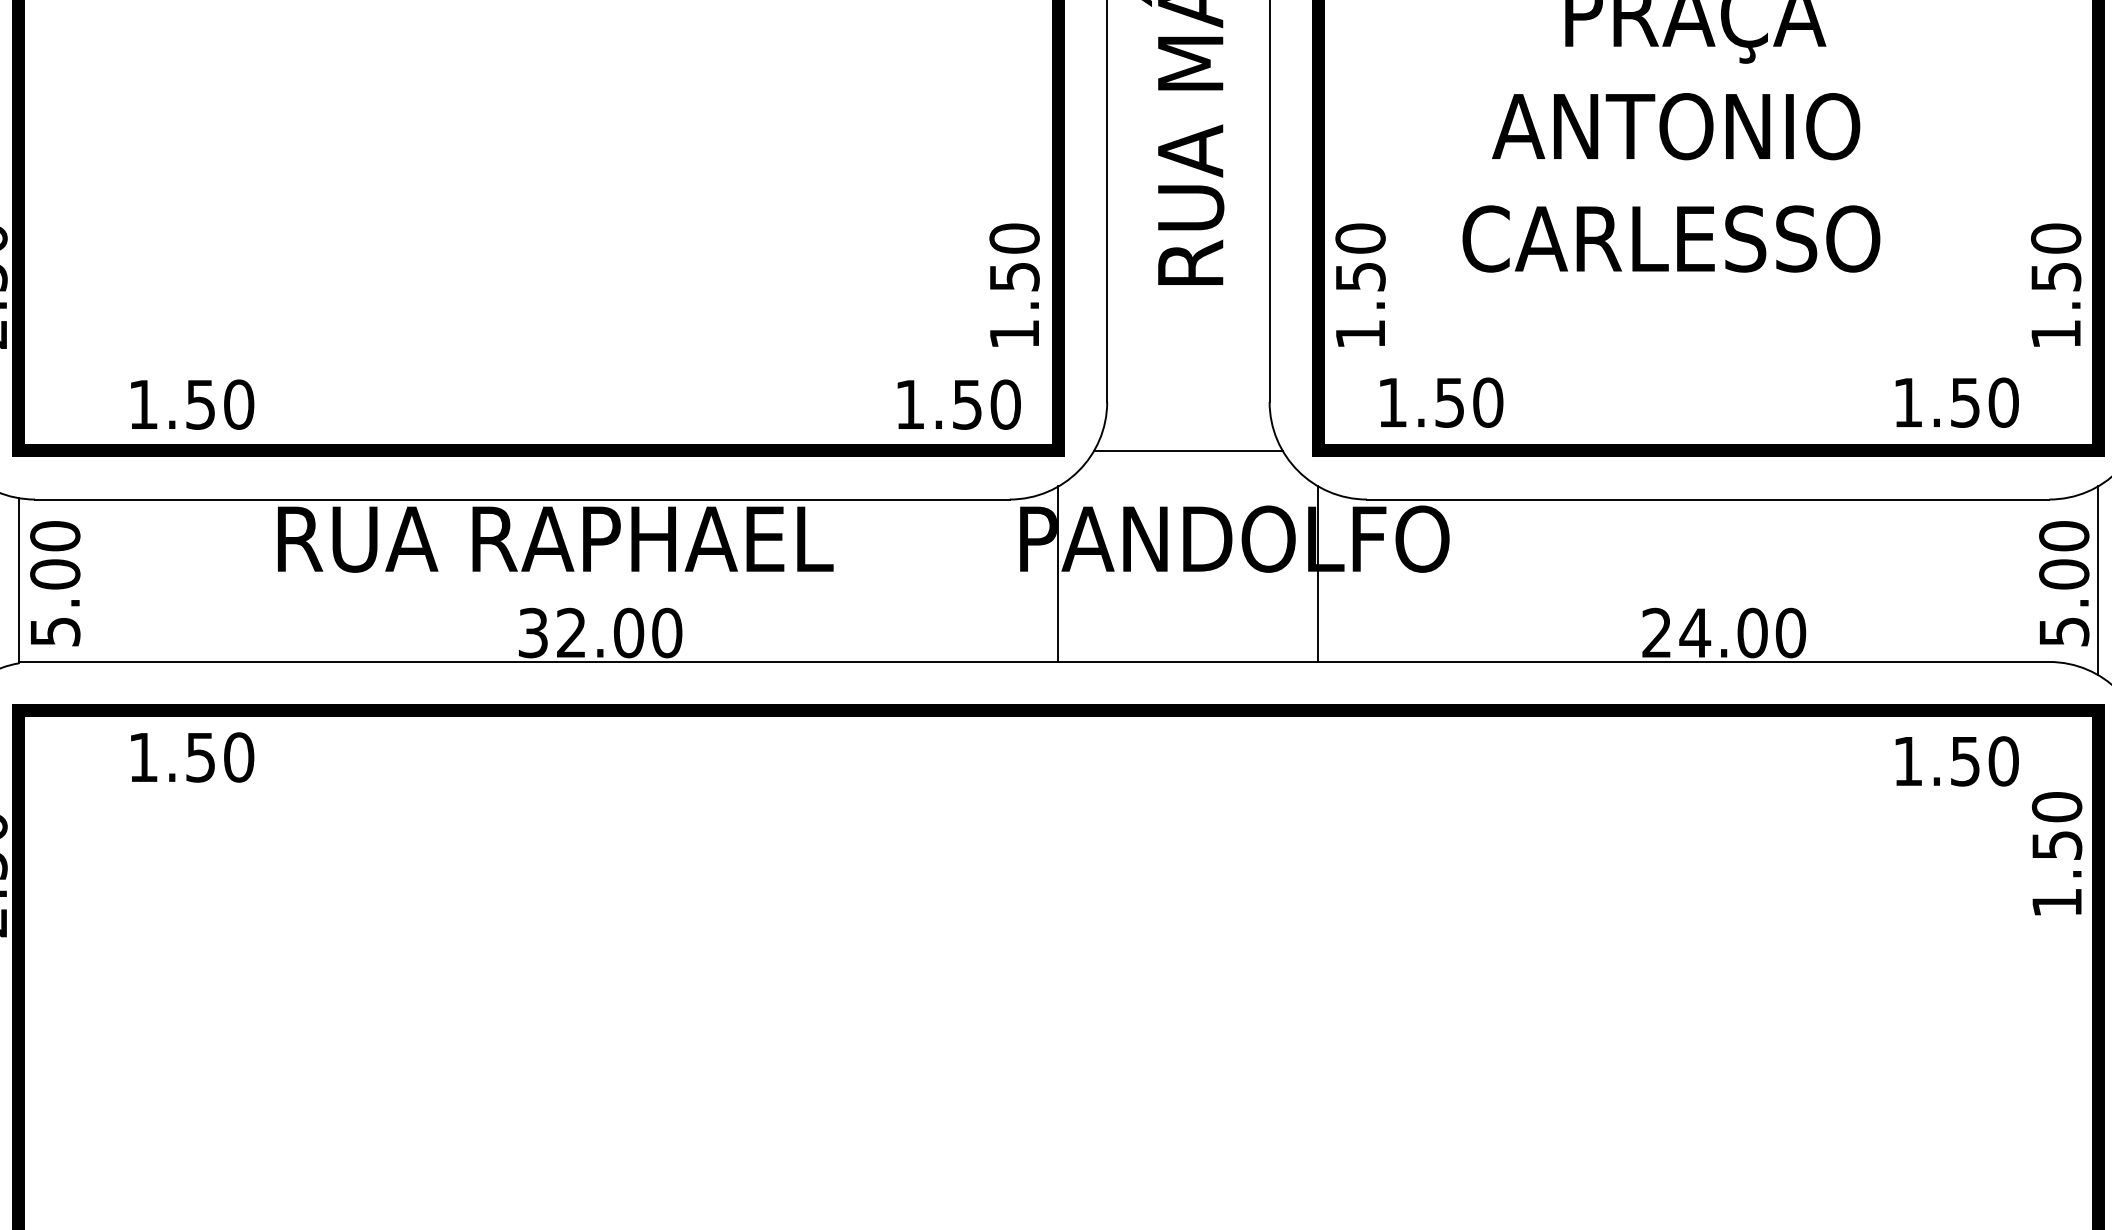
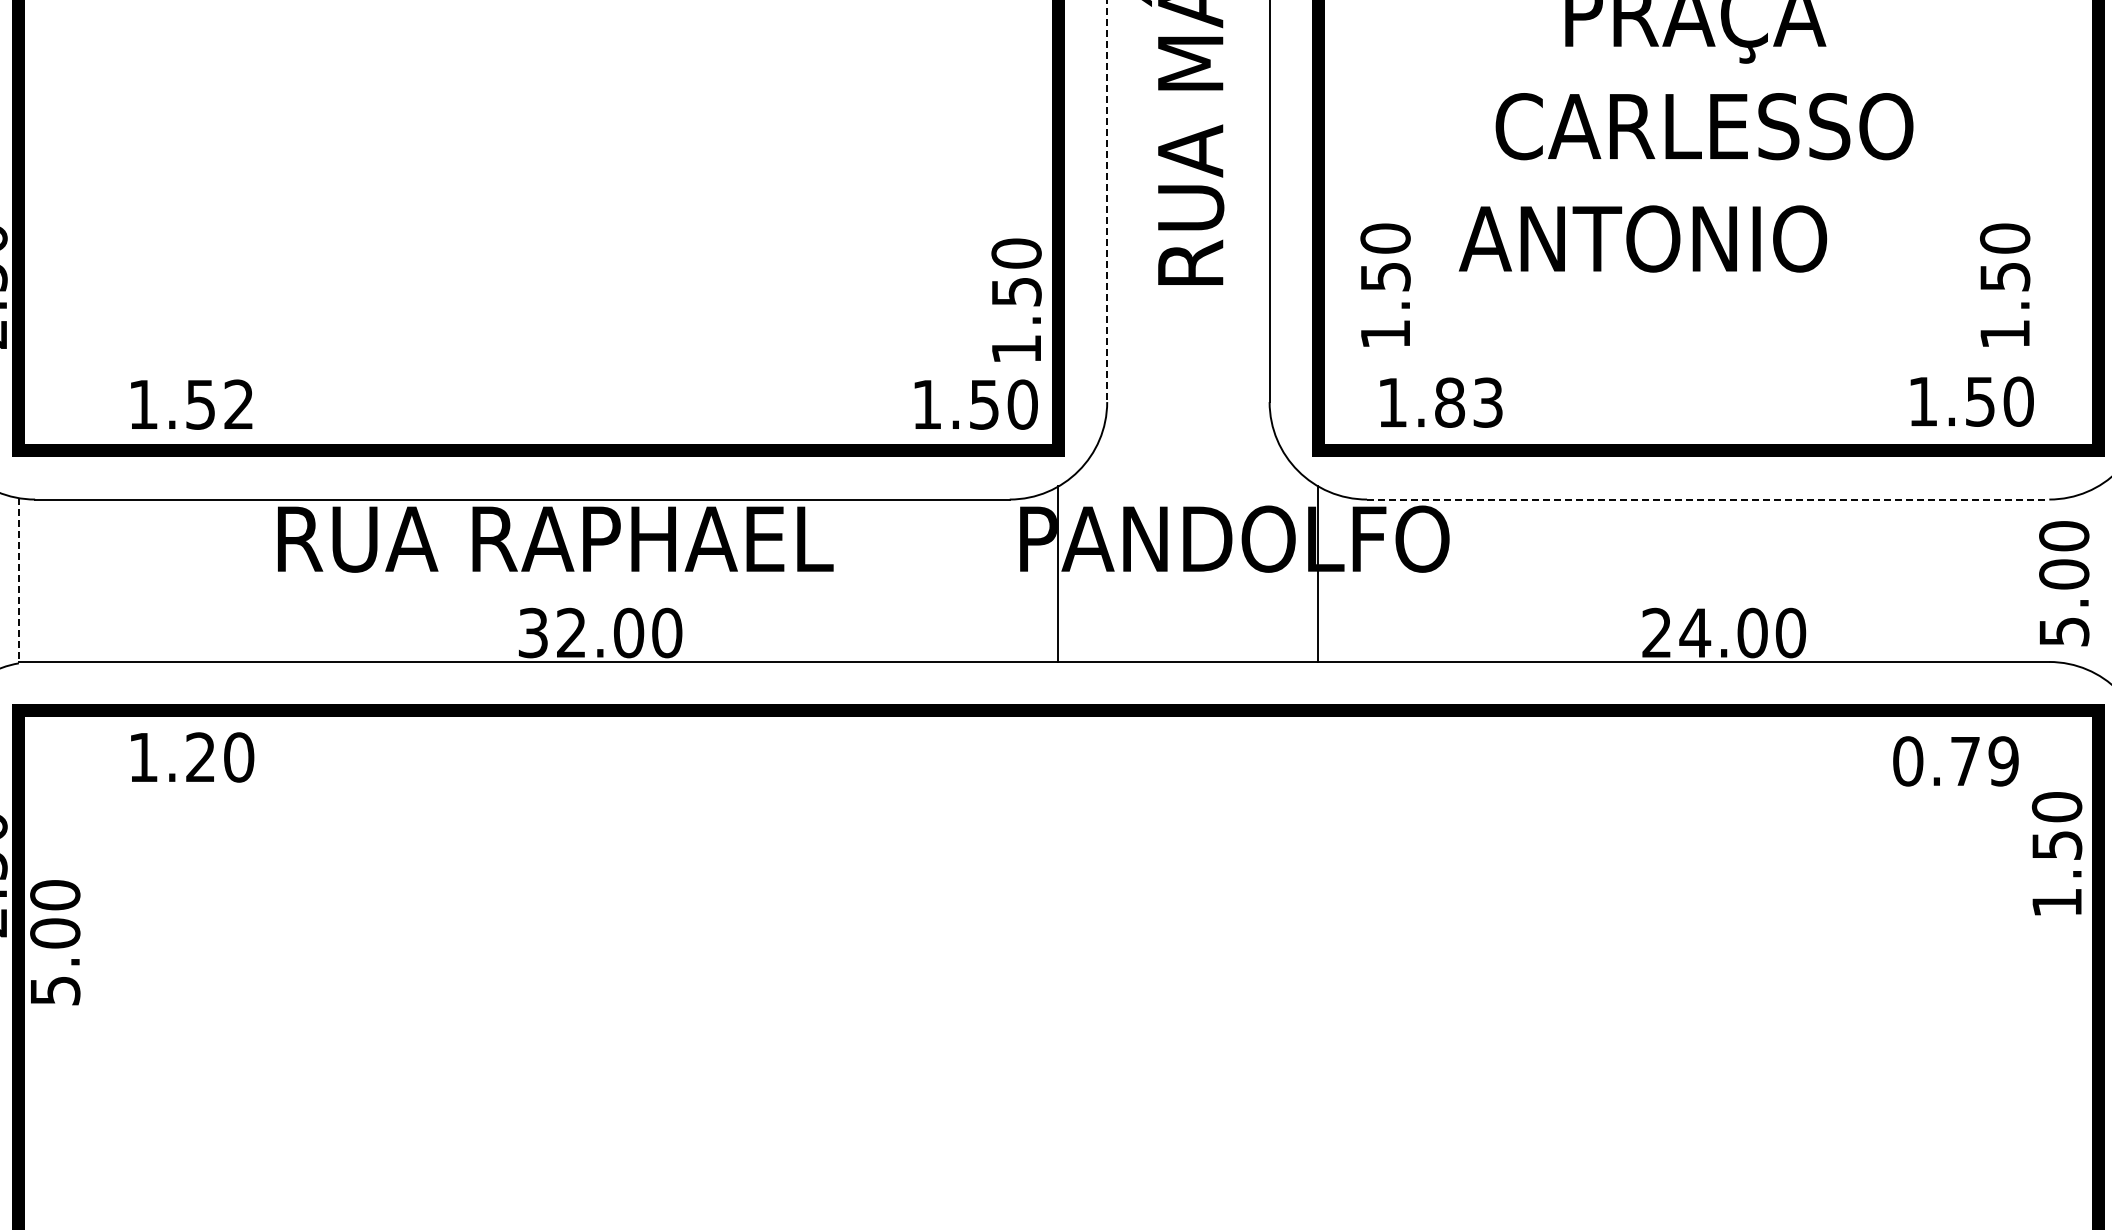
text at (1702, 126): ANTONIO -> CARLESSO
line at (1107, 201): solid -> dashed
text at (1669, 238): CARLESSO -> ANTONIO
text at (1014, 284) position: (1014, 284) -> (1016, 299)
text at (1360, 284) position: (1360, 284) -> (1385, 284)
text at (2056, 284) position: (2056, 284) -> (2005, 284)
text at (1469, 402): 1.50 -> 1.83
text at (1956, 402) position: (1956, 402) -> (1971, 401)
text at (239, 404): 1.50 -> 1.52
text at (958, 404) position: (958, 404) -> (975, 404)
line at (1188, 450): present -> none
line at (1708, 499): solid -> dashed
line at (18, 580): solid -> dashed
line at (2098, 580): present -> none
text at (55, 583) position: (55, 583) -> (55, 942)
text at (200, 757): 1.50 -> 1.20
text at (1955, 761): 1.50 -> 0.79
